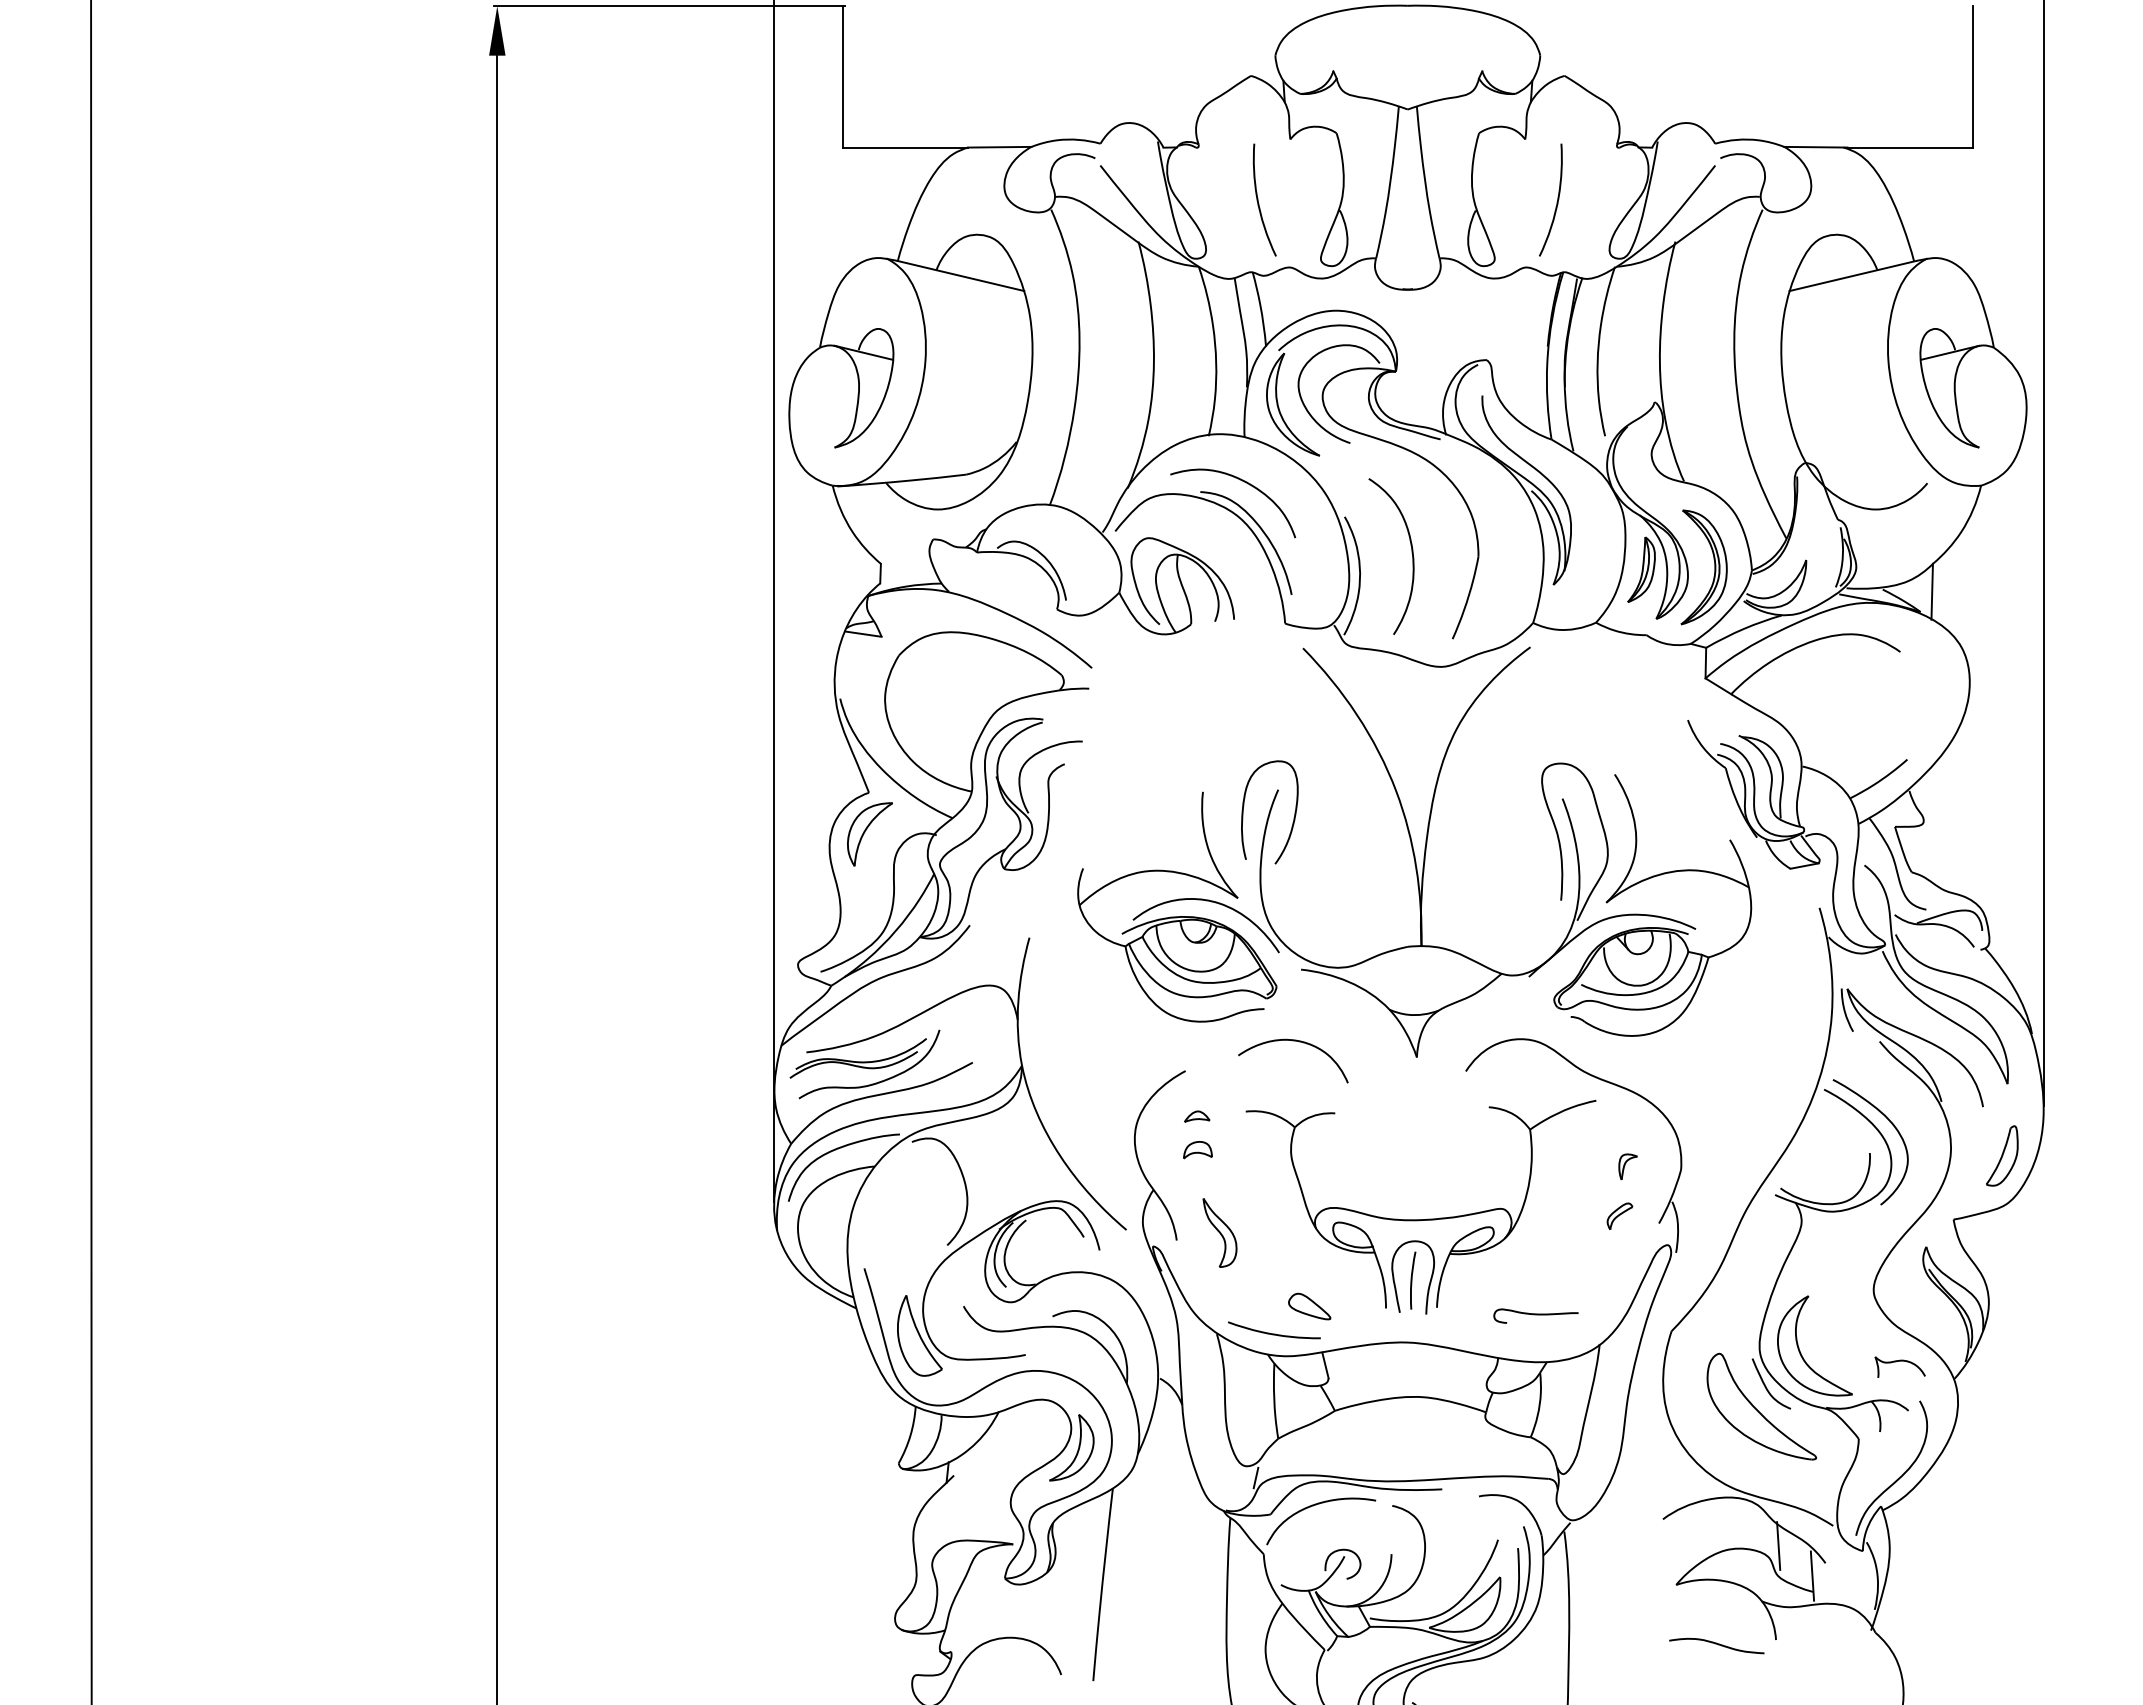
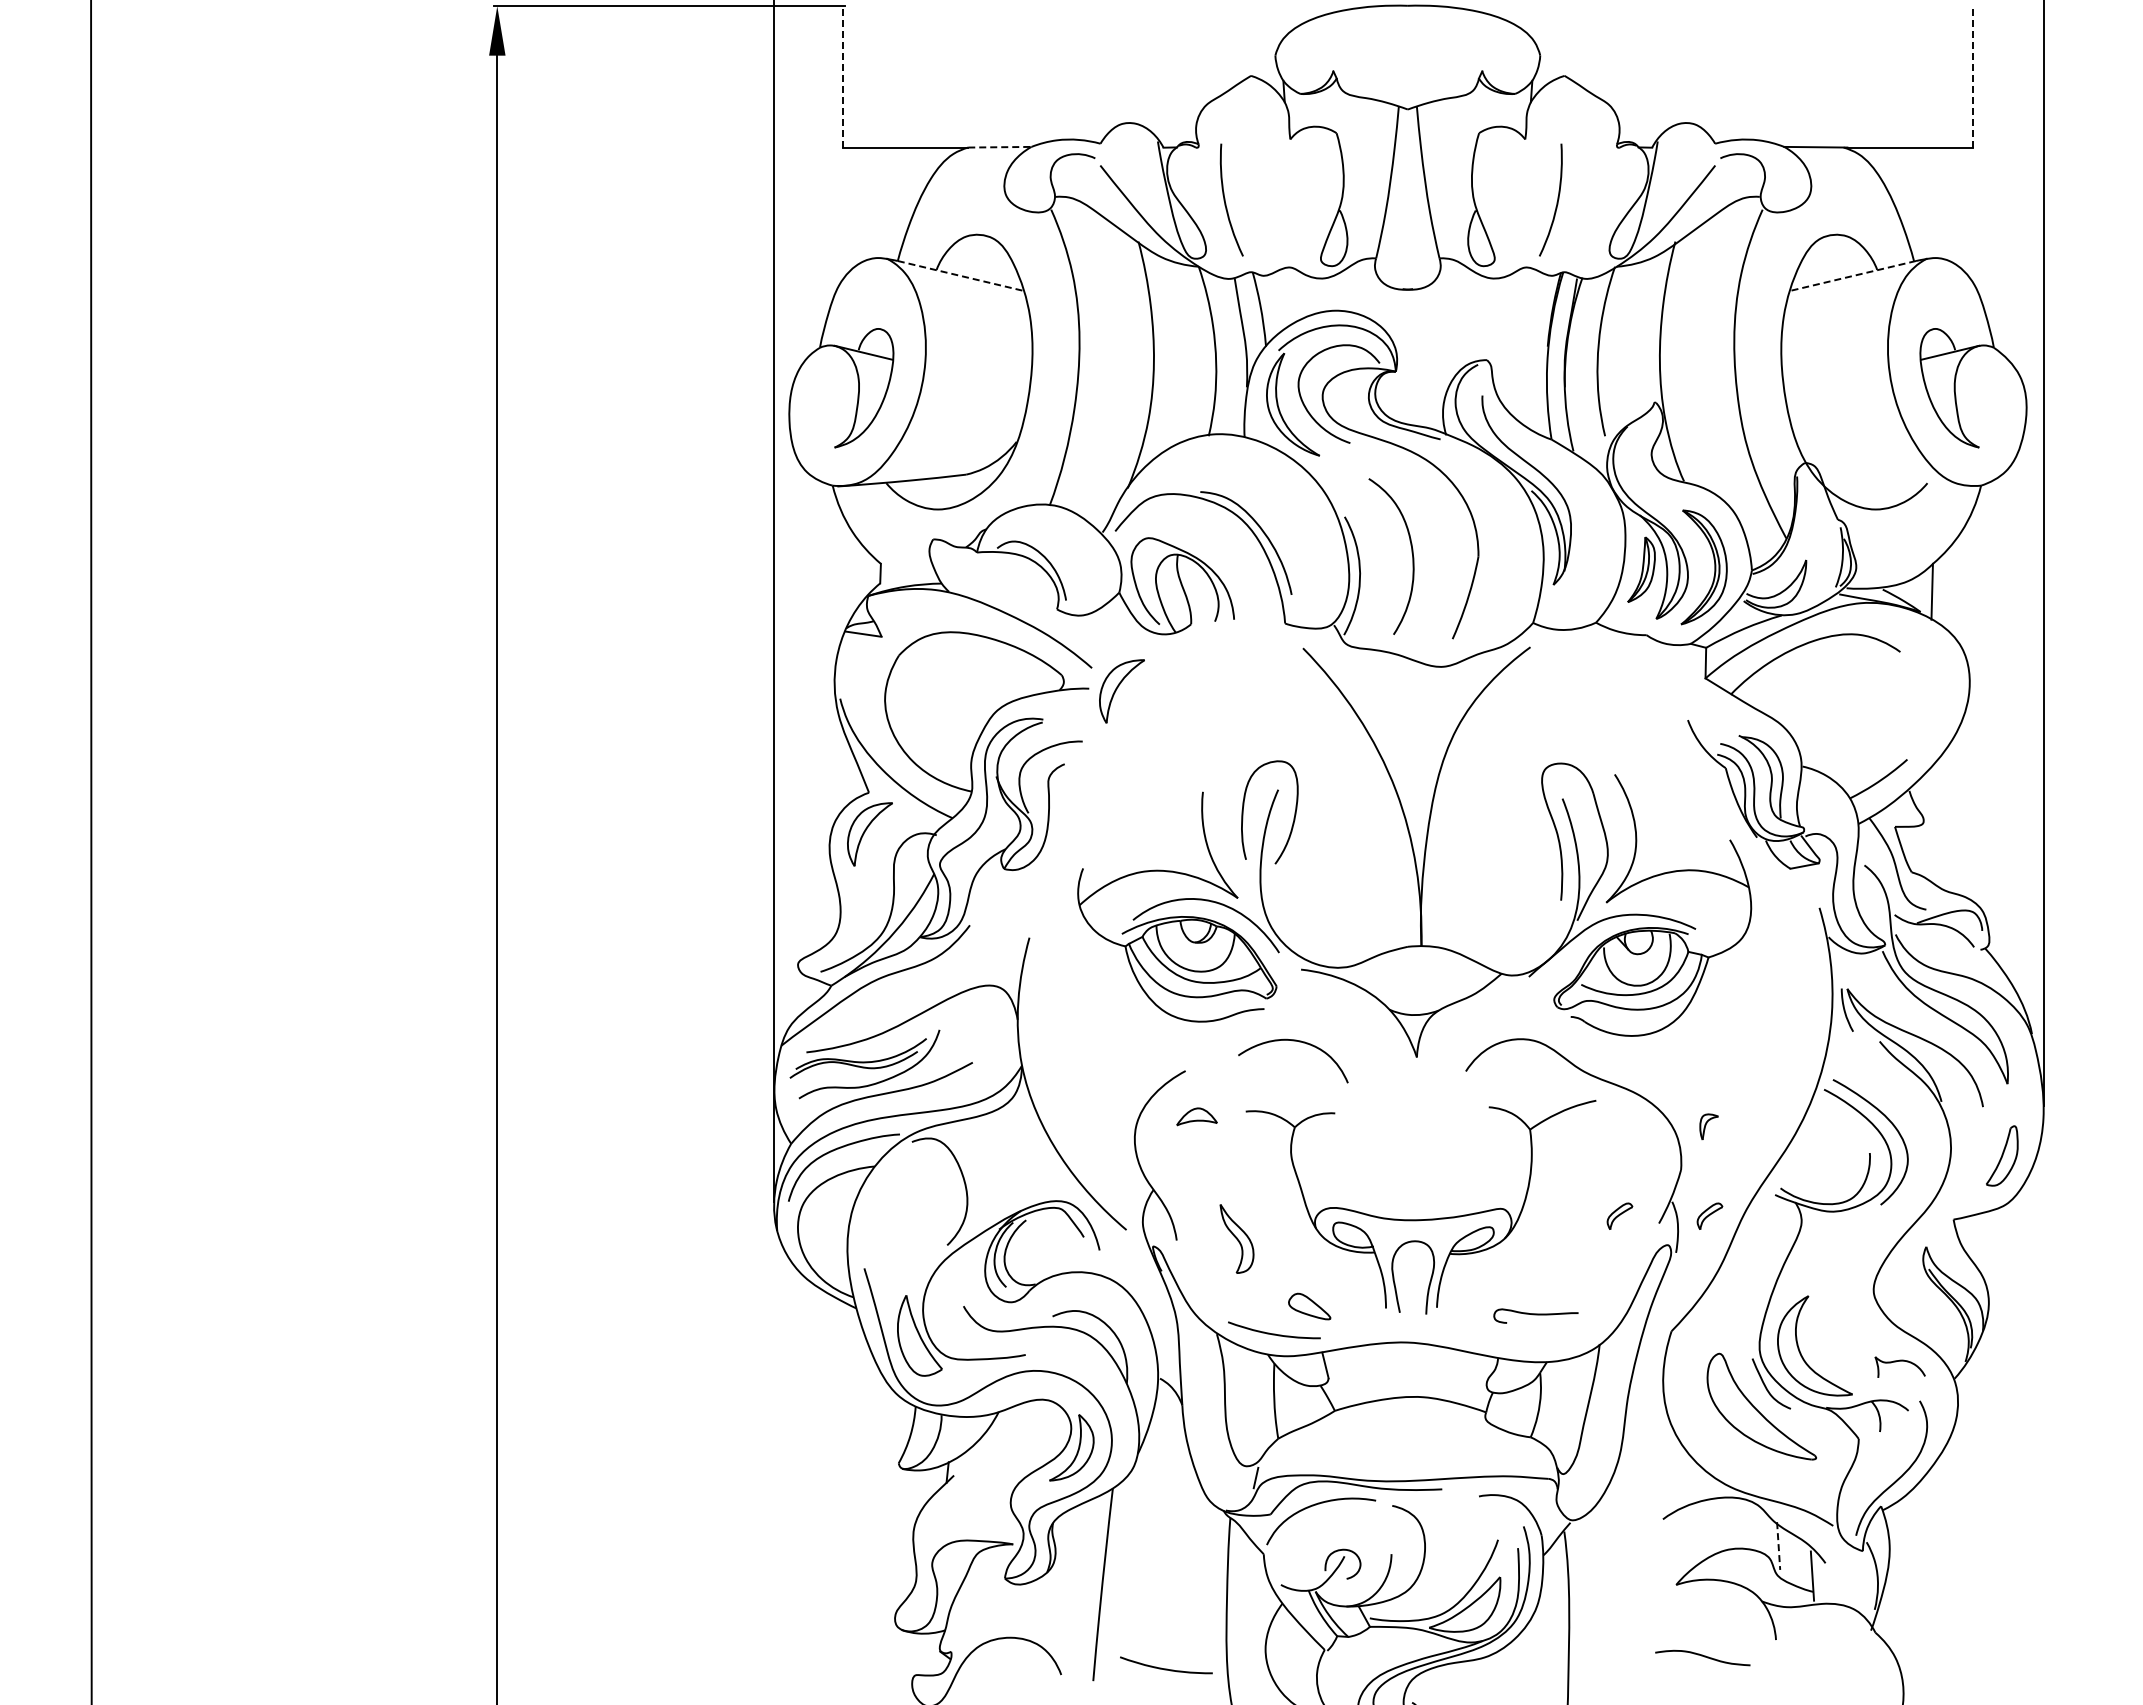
line at (842, 76): solid -> dashed
line at (1972, 76): solid -> dashed
line at (999, 147): solid -> dashed
curve at (1258, 199) position: (1258, 199) -> (1225, 199)
line at (961, 276): solid -> dashed
line at (1852, 276): solid -> dashed
curve at (1244, 482): present -> none
part at (1121, 691): none -> present
part at (1197, 1116) size: 27x13 px -> 42x20 px
part at (1197, 1150): present -> none
part at (1627, 1166) position: (1627, 1166) -> (1708, 1126)
part at (1709, 1215): none -> present
part at (1219, 1232) position: (1219, 1232) -> (1236, 1238)
curve at (1412, 1280): present -> none
line at (1778, 1546): solid -> dashed
curve at (1716, 1644) position: (1716, 1644) -> (1702, 1656)
curve at (1166, 1668): none -> present
